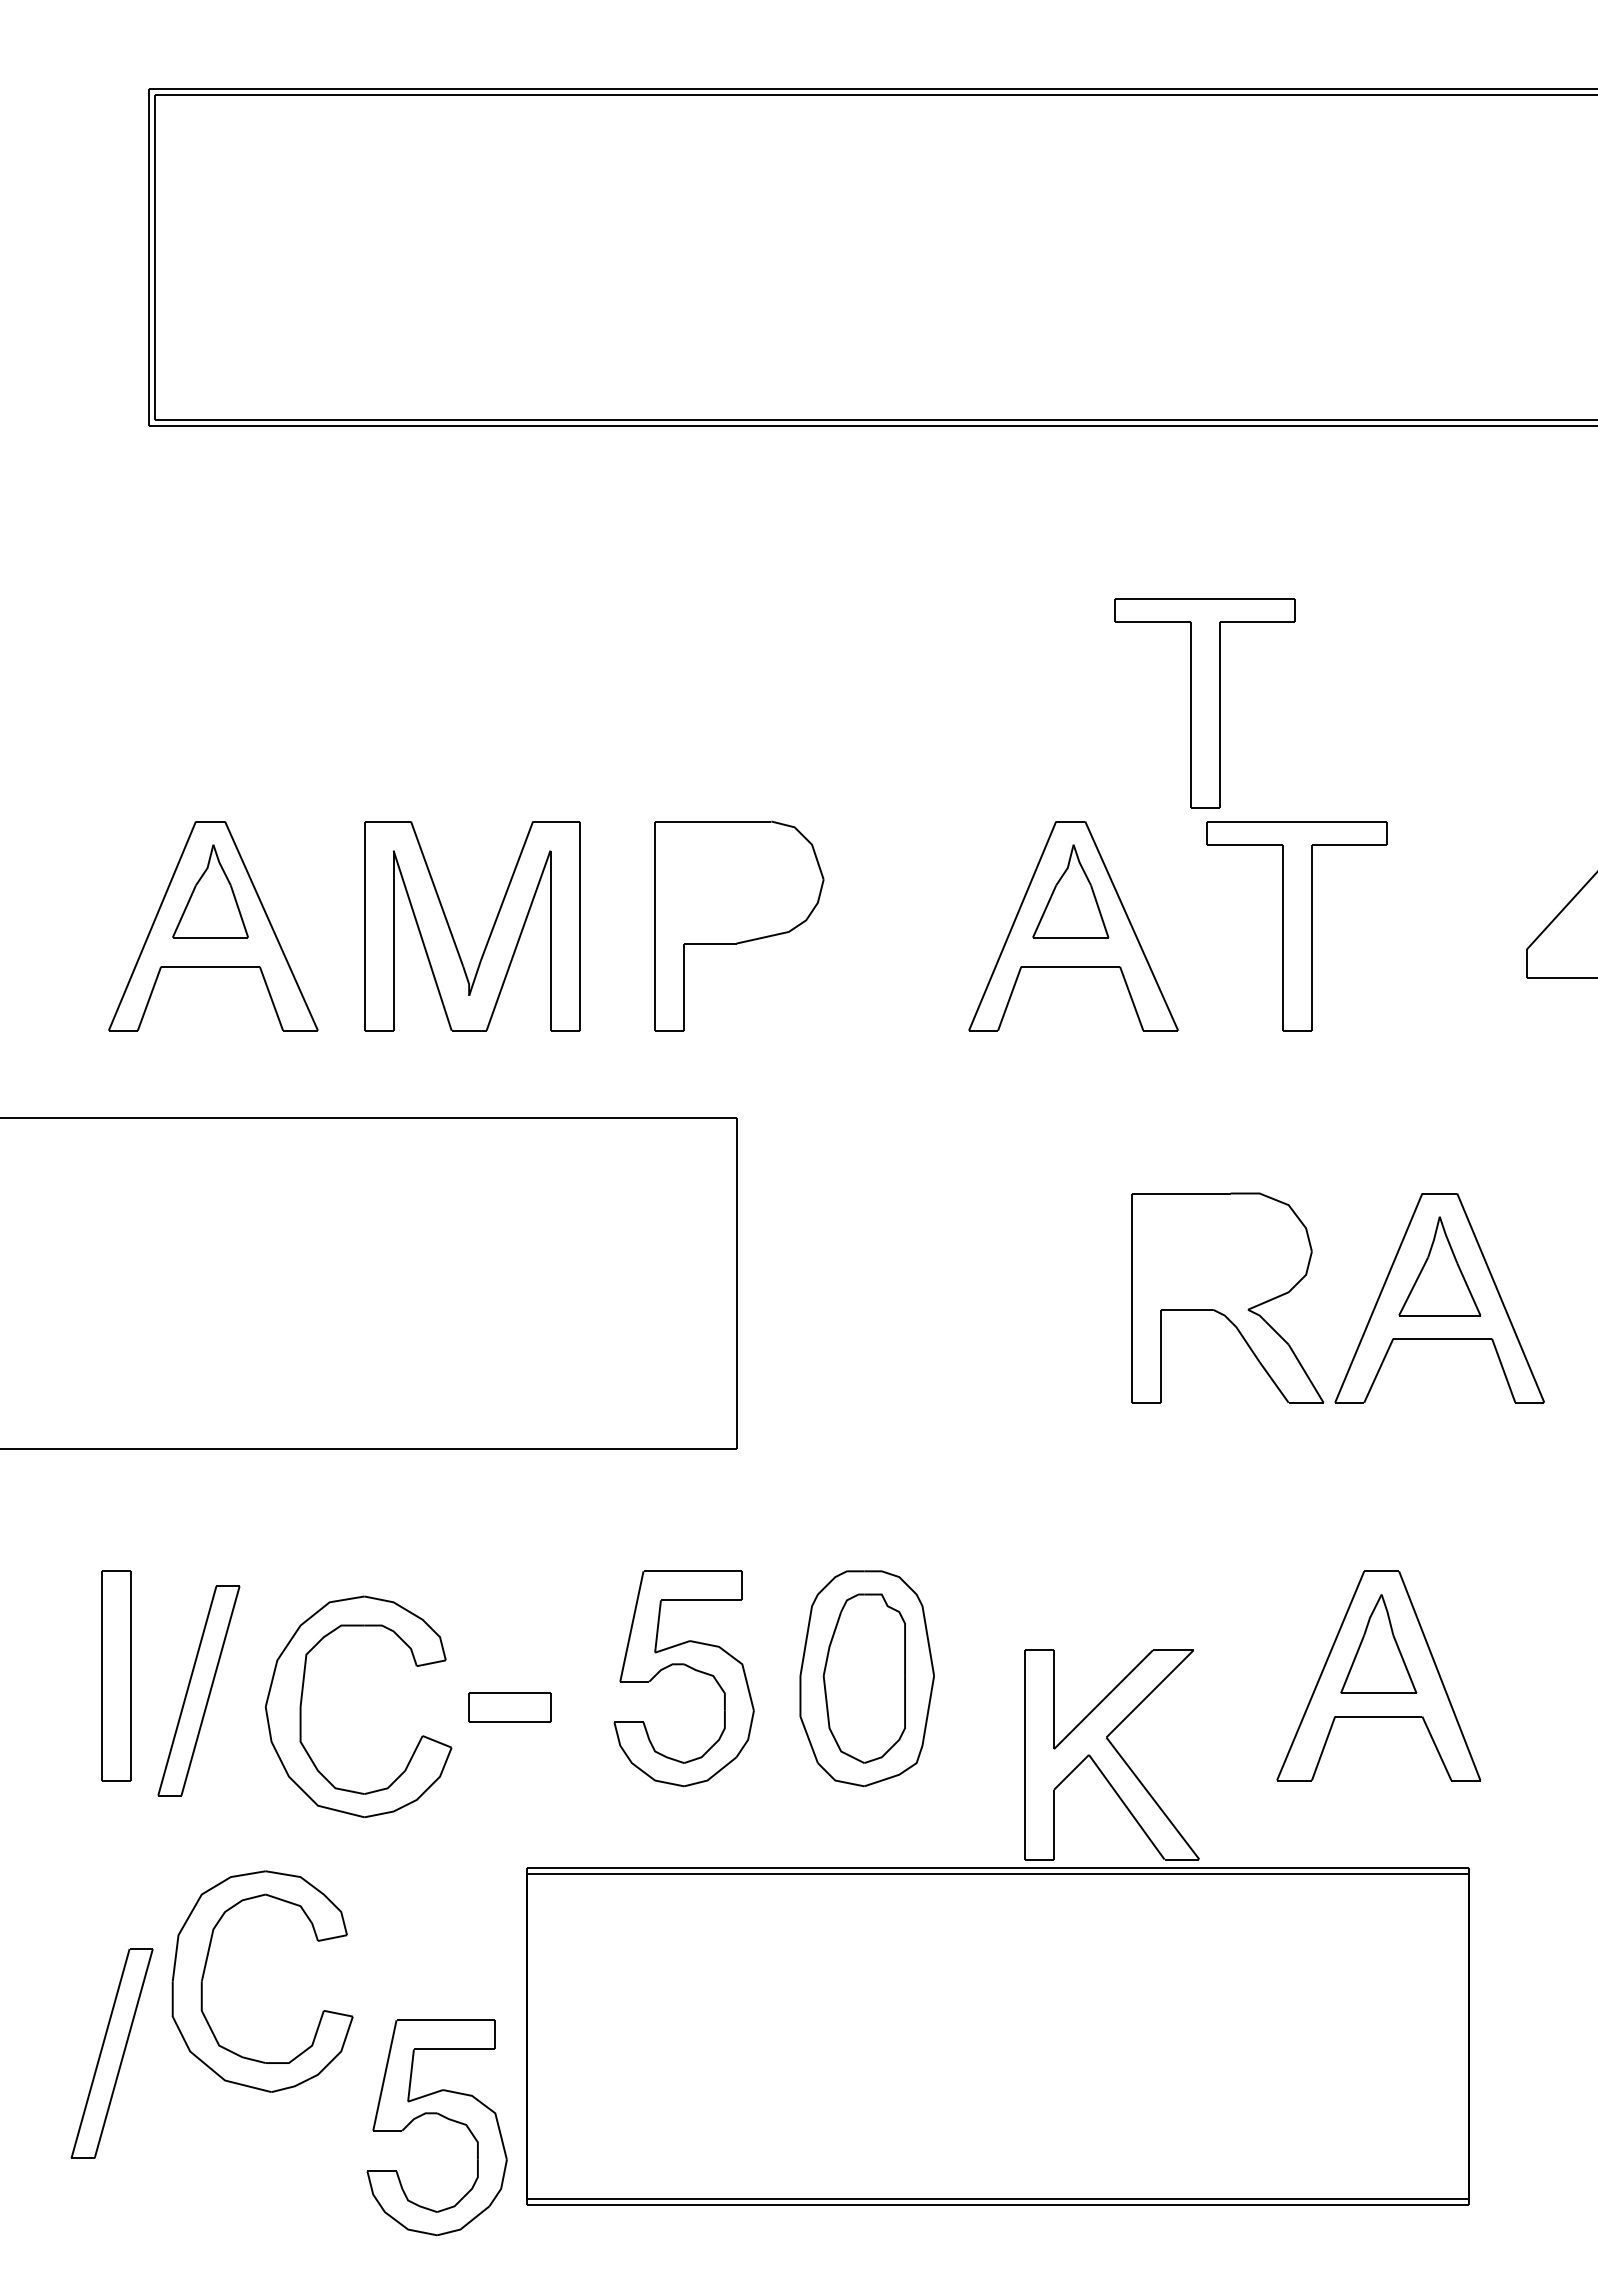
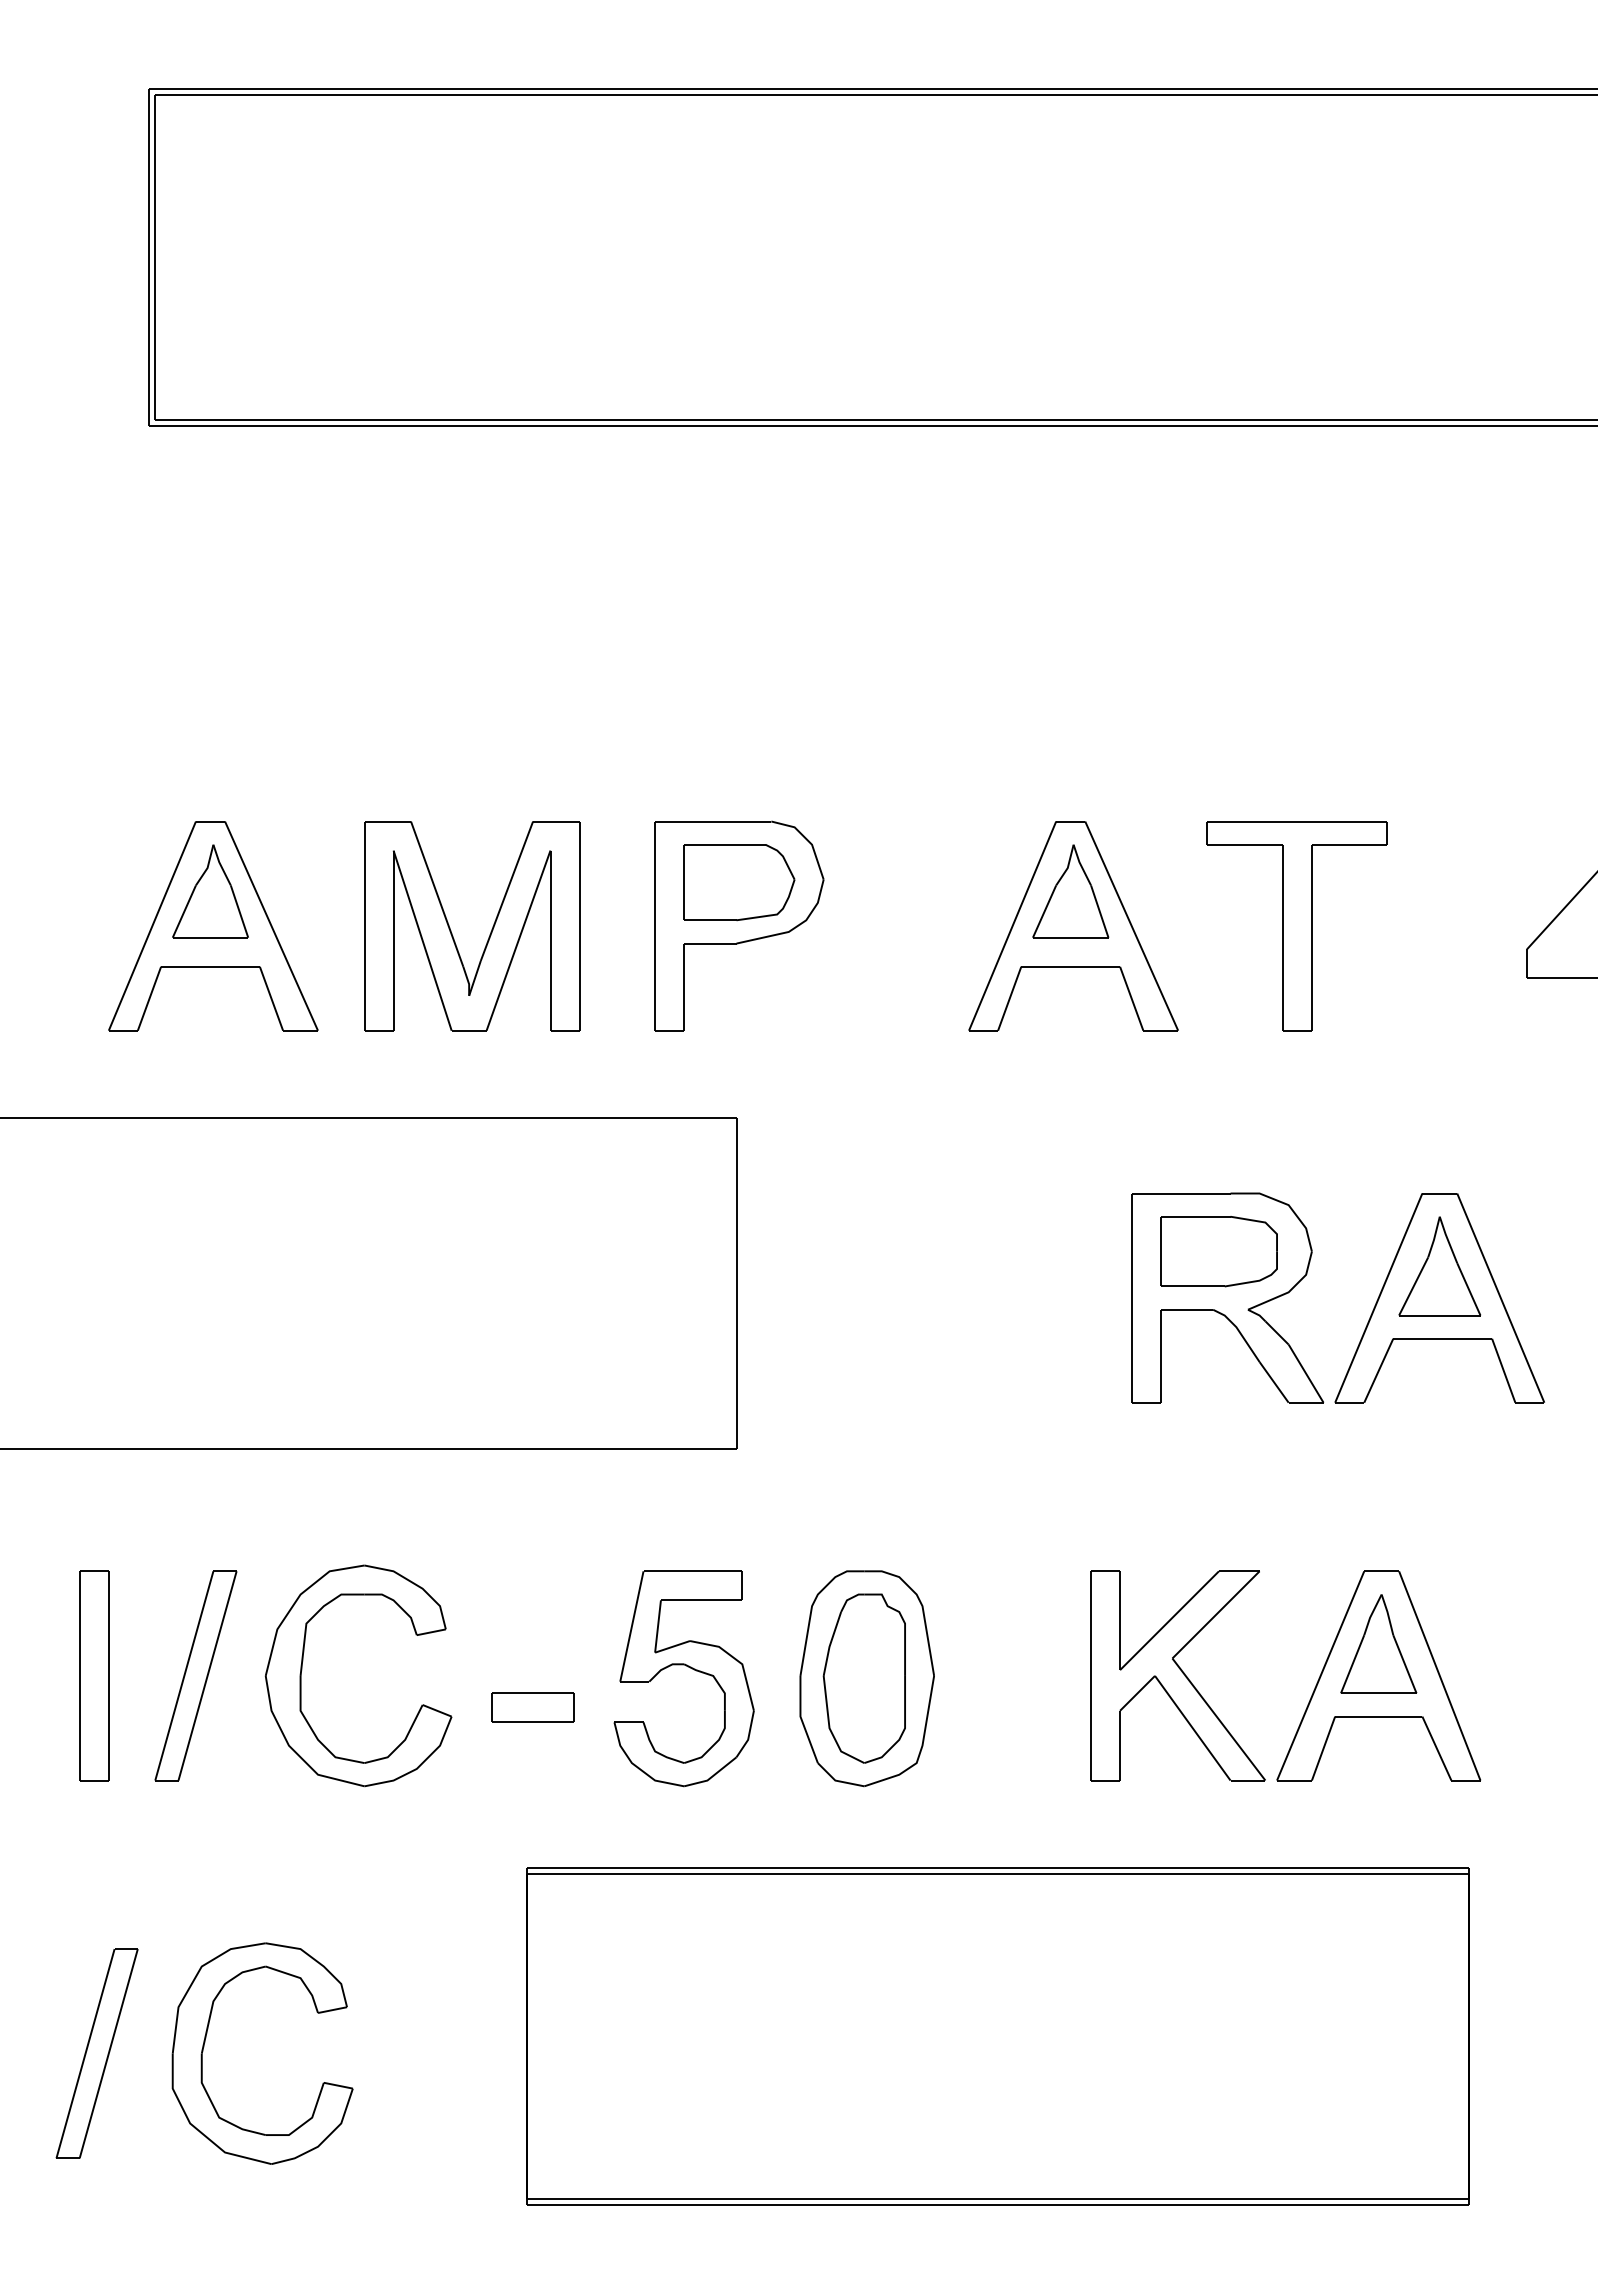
part at (1204, 703): present -> none
part at (739, 882): none -> present
part at (1218, 1251): none -> present
part at (116, 1675) position: (116, 1675) -> (94, 1675)
part at (198, 1690) position: (198, 1690) -> (195, 1675)
part at (302, 1701) position: (302, 1701) -> (302, 1670)
part at (509, 1707) position: (509, 1707) -> (532, 1707)
part at (1111, 1754) position: (1111, 1754) -> (1177, 1675)
part at (206, 1966) position: (206, 1966) -> (206, 2038)
part at (111, 2053) position: (111, 2053) -> (96, 2053)
part at (441, 2116): present -> none
